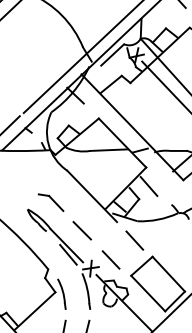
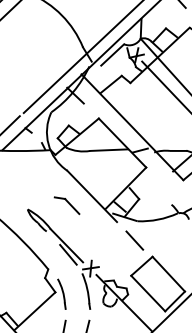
line at (148, 186): present -> none
part at (50, 202) position: (50, 202) -> (66, 205)
line at (81, 230): present -> none
line at (110, 259): present -> none
